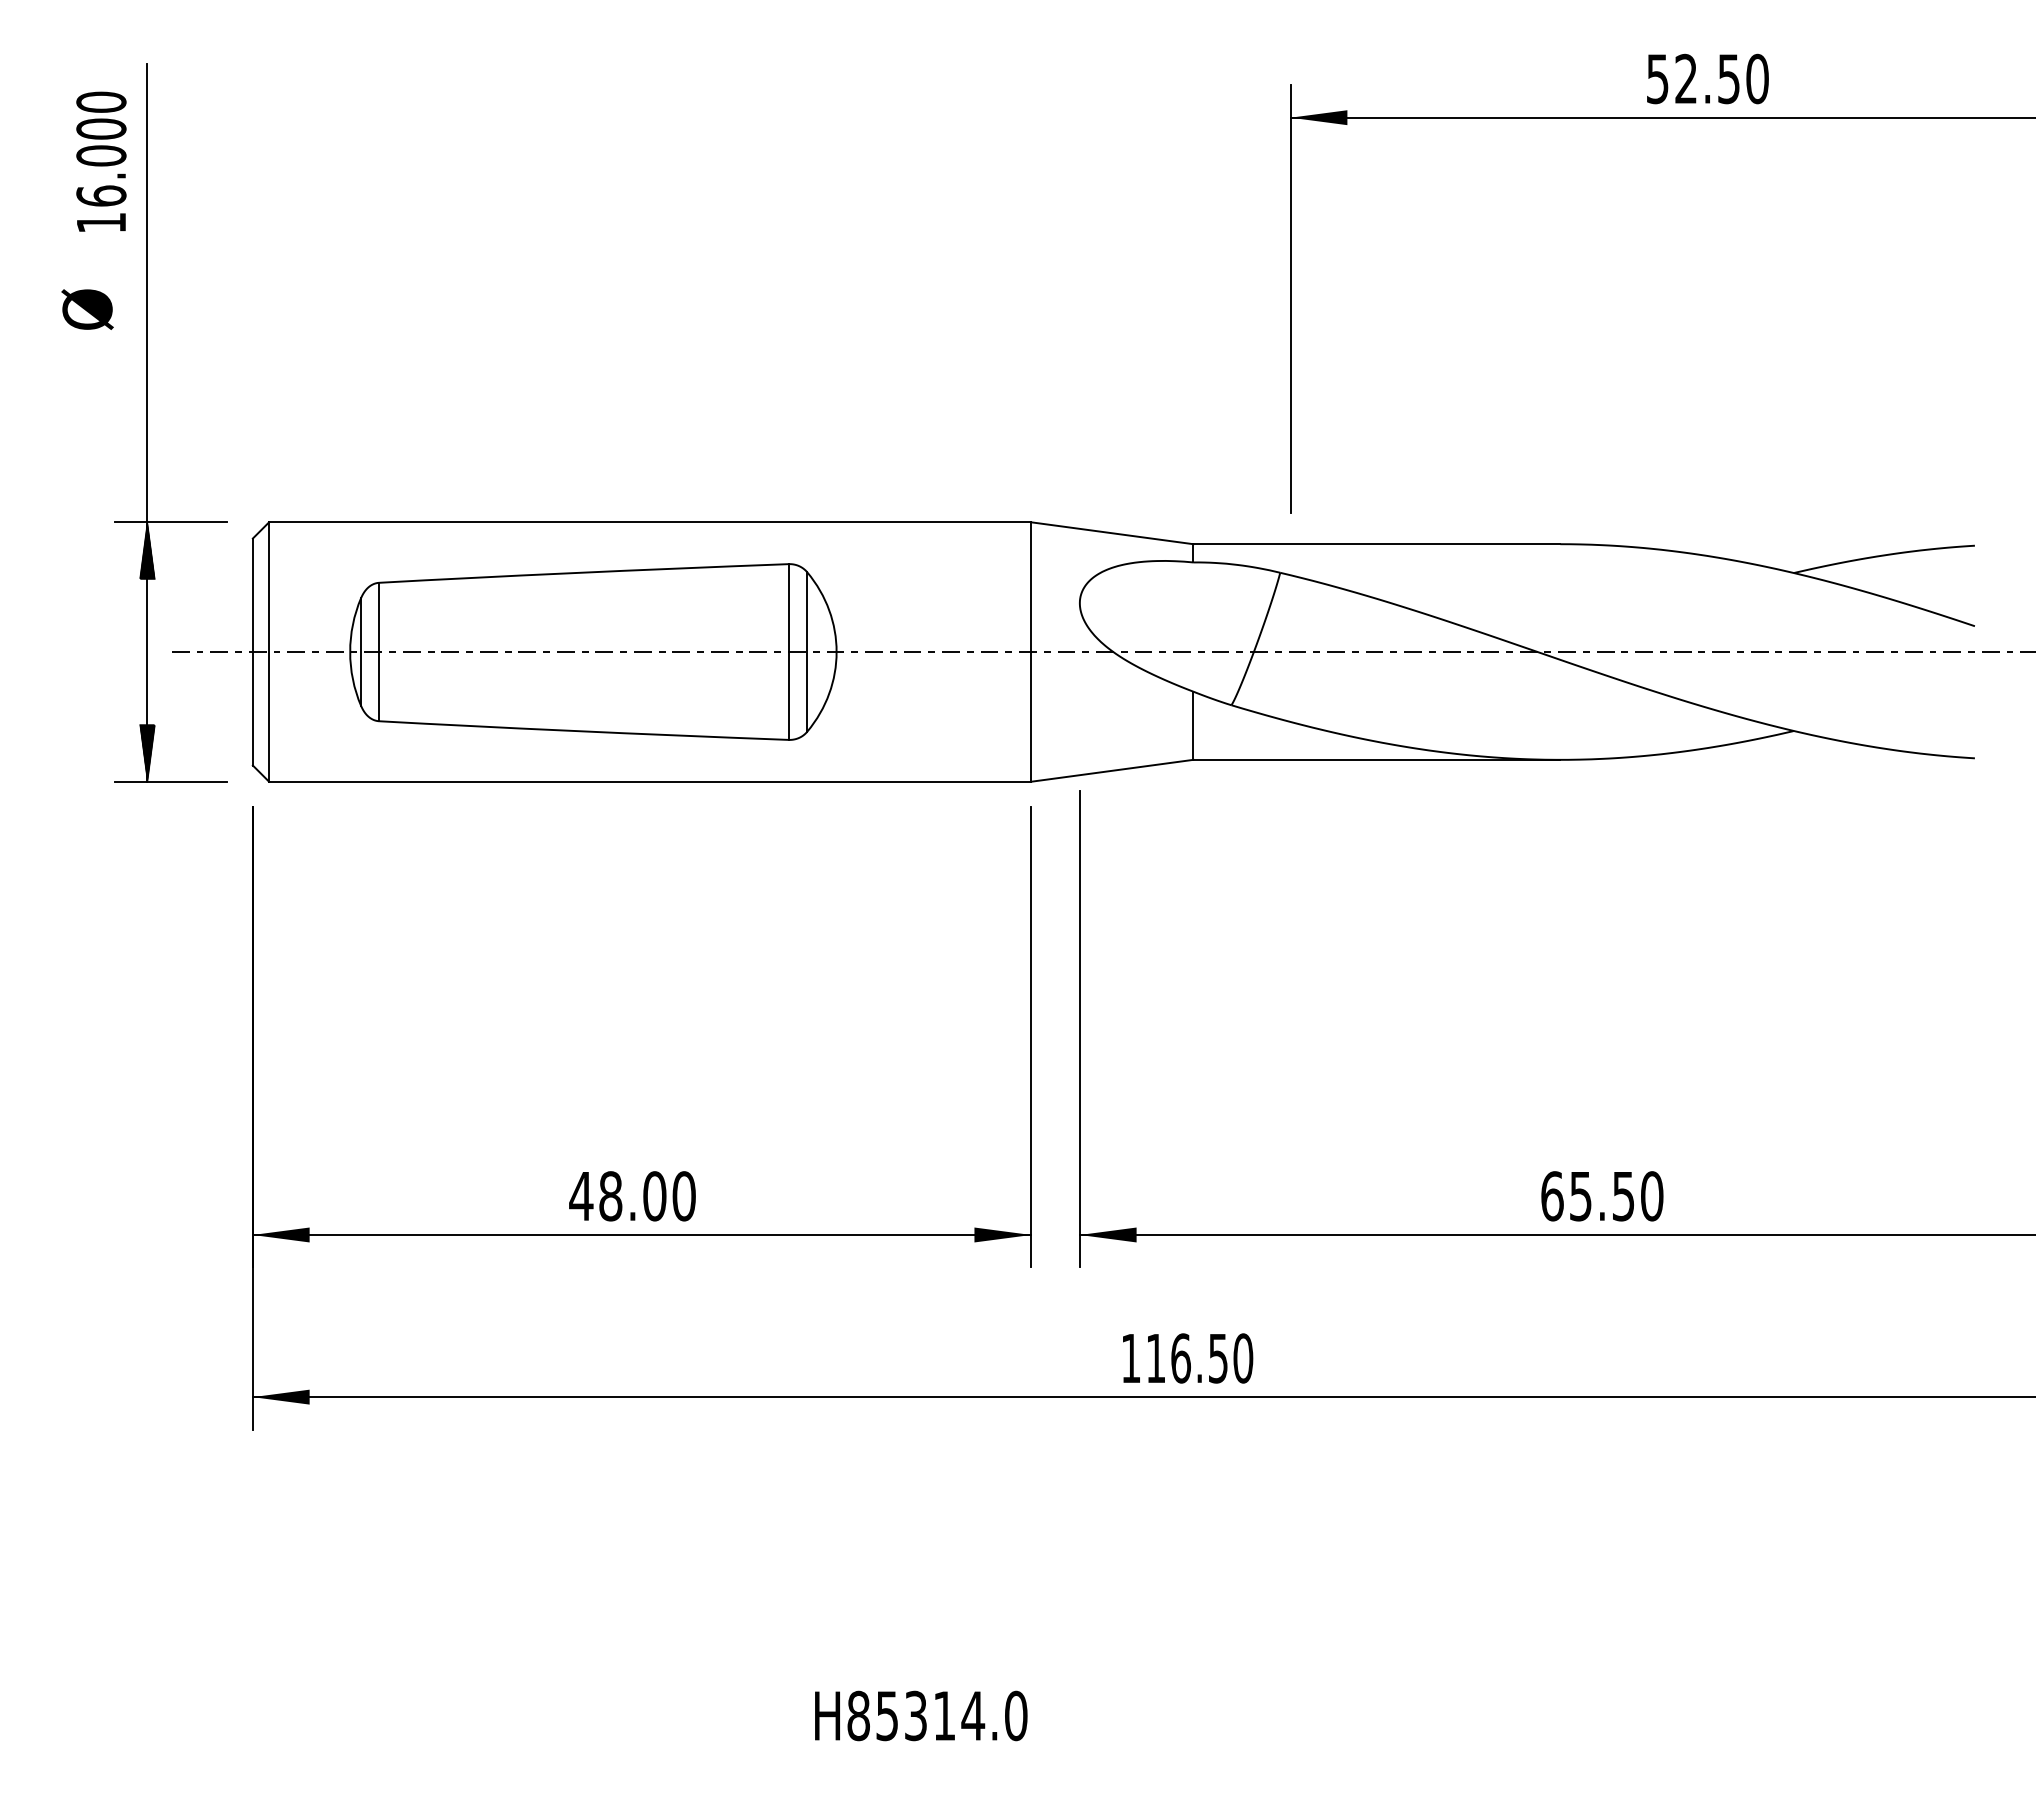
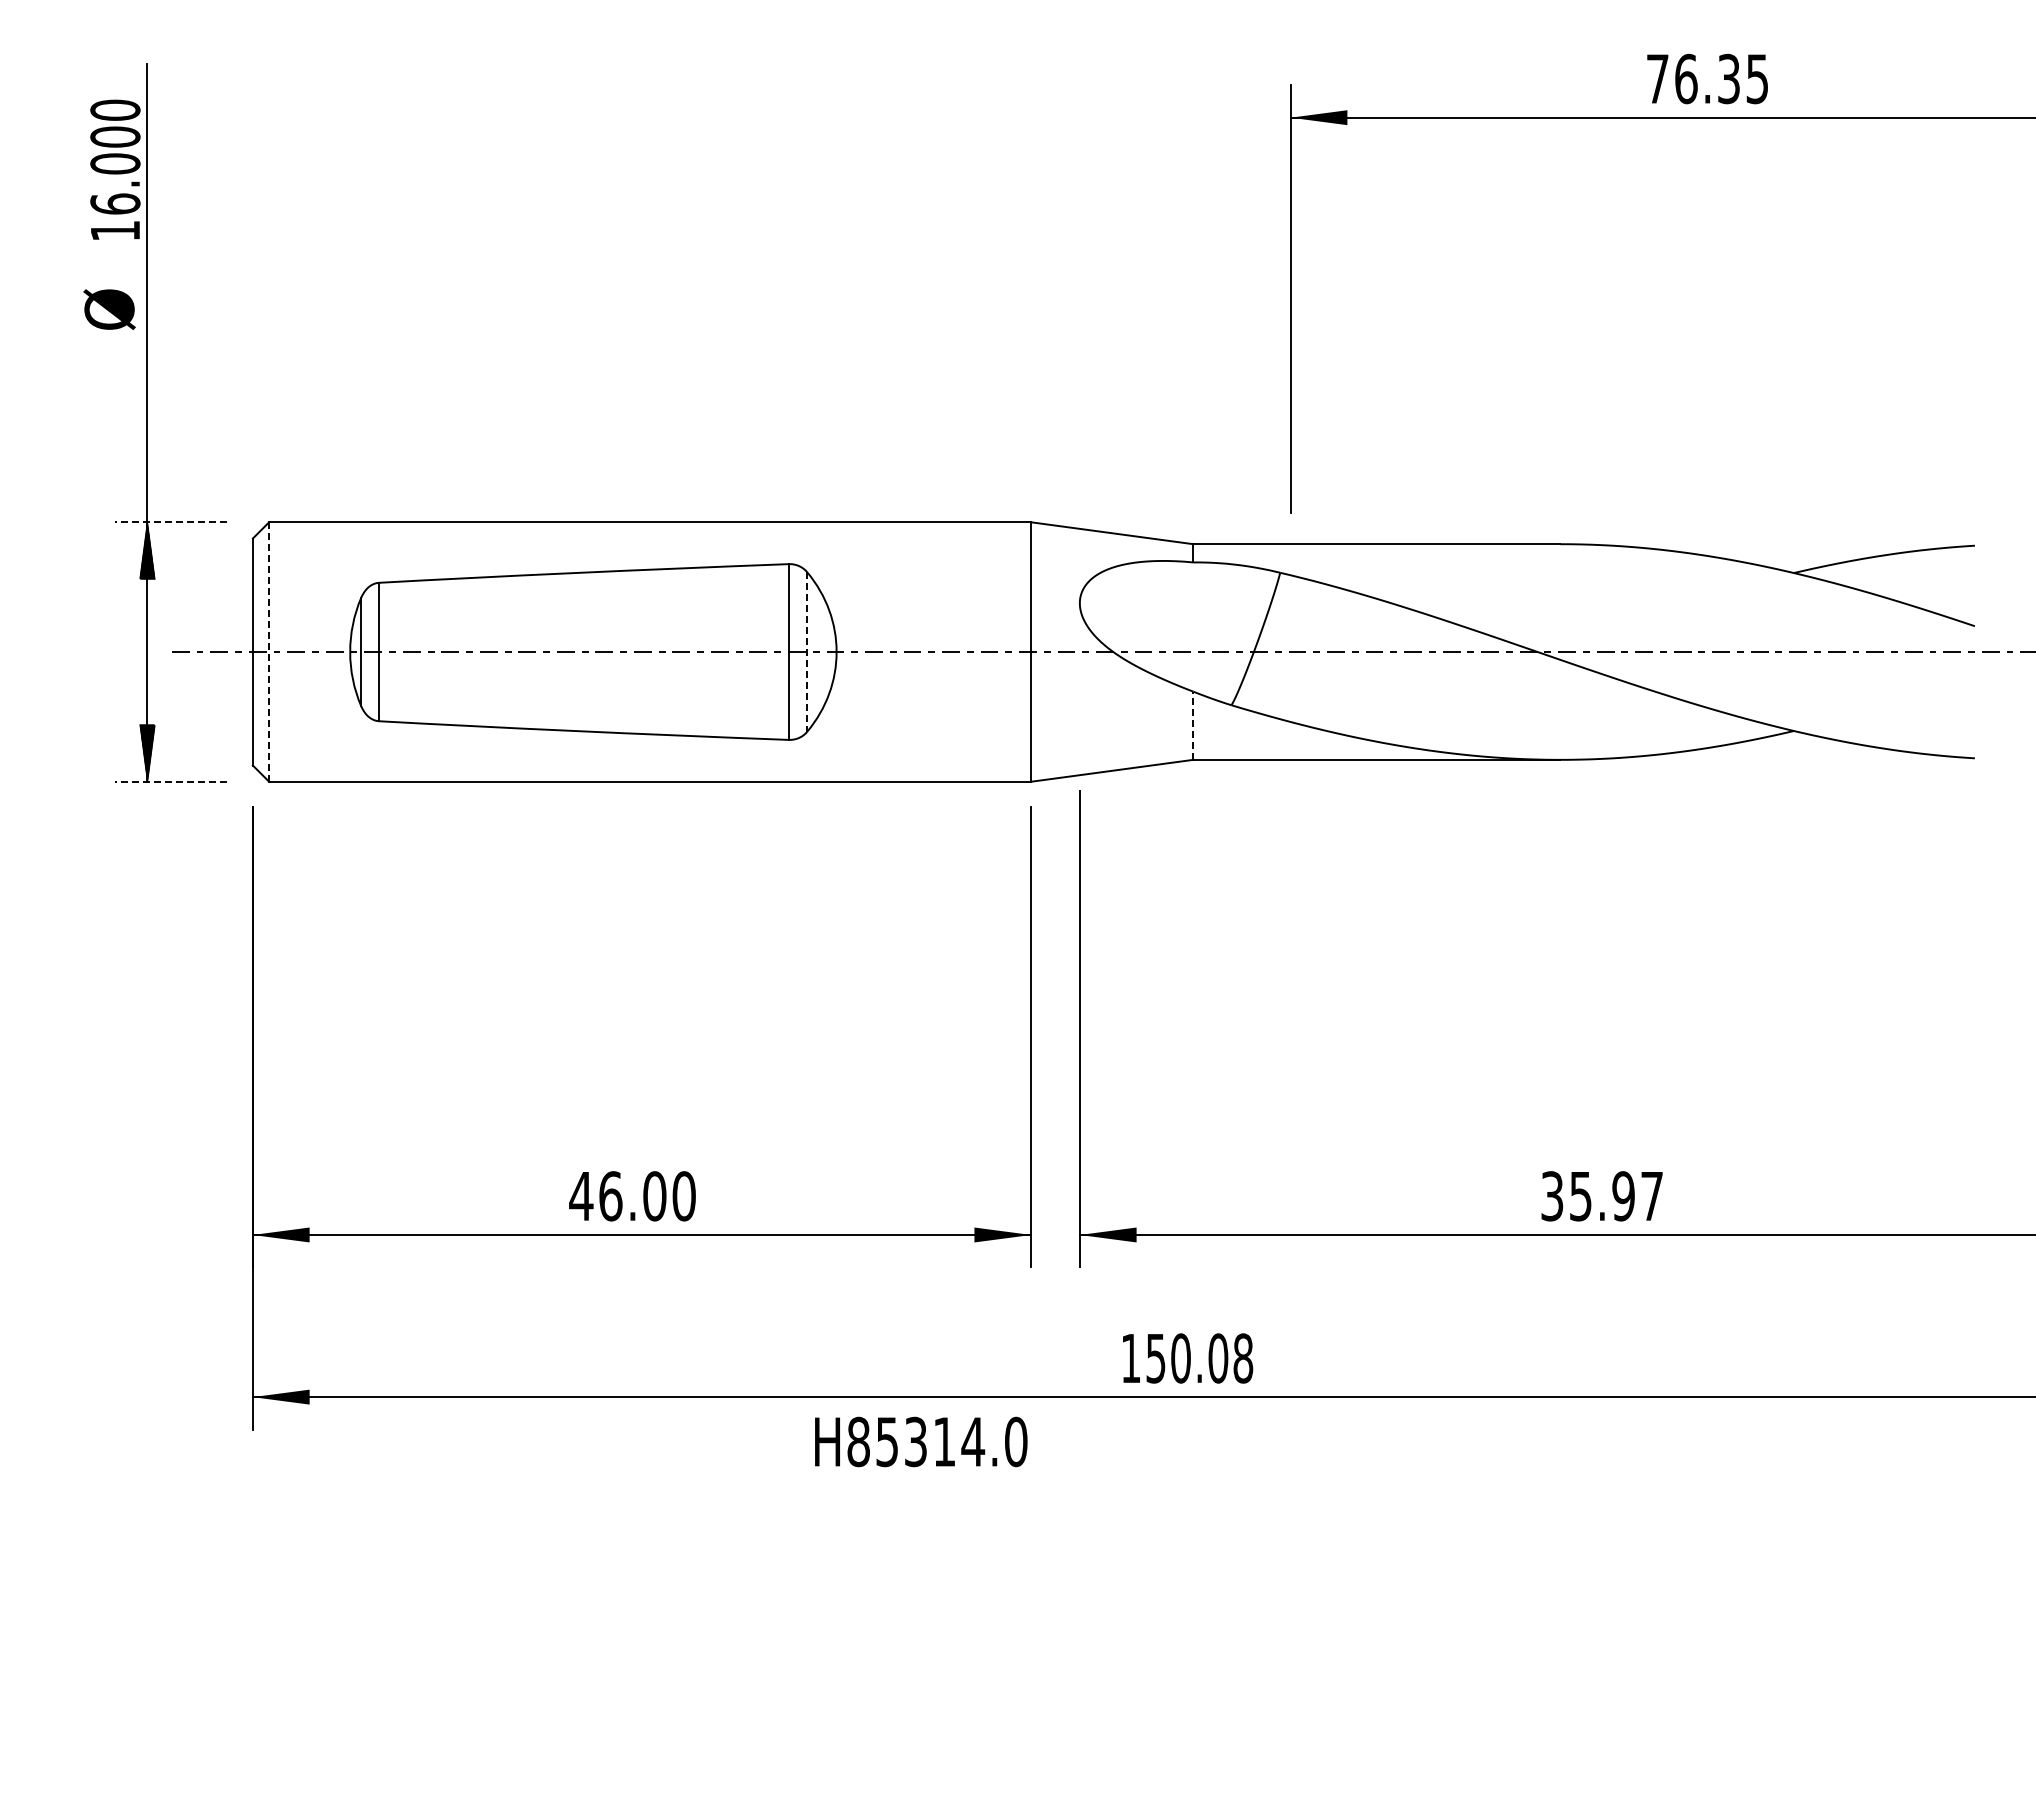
text at (1707, 78): 52.50 -> 76.35
text at (101, 161) position: (101, 161) -> (115, 169)
text at (87, 309) position: (87, 309) -> (109, 309)
line at (170, 522): solid -> dashed
line at (269, 652): solid -> dashed
line at (807, 652): solid -> dashed
line at (1193, 725): solid -> dashed
line at (170, 781): solid -> dashed
text at (610, 1196): 48.00 -> 46.00
text at (1602, 1196): 65.50 -> 35.97
text at (1199, 1358): 116.50 -> 150.08
text at (921, 1715) position: (921, 1715) -> (921, 1441)
